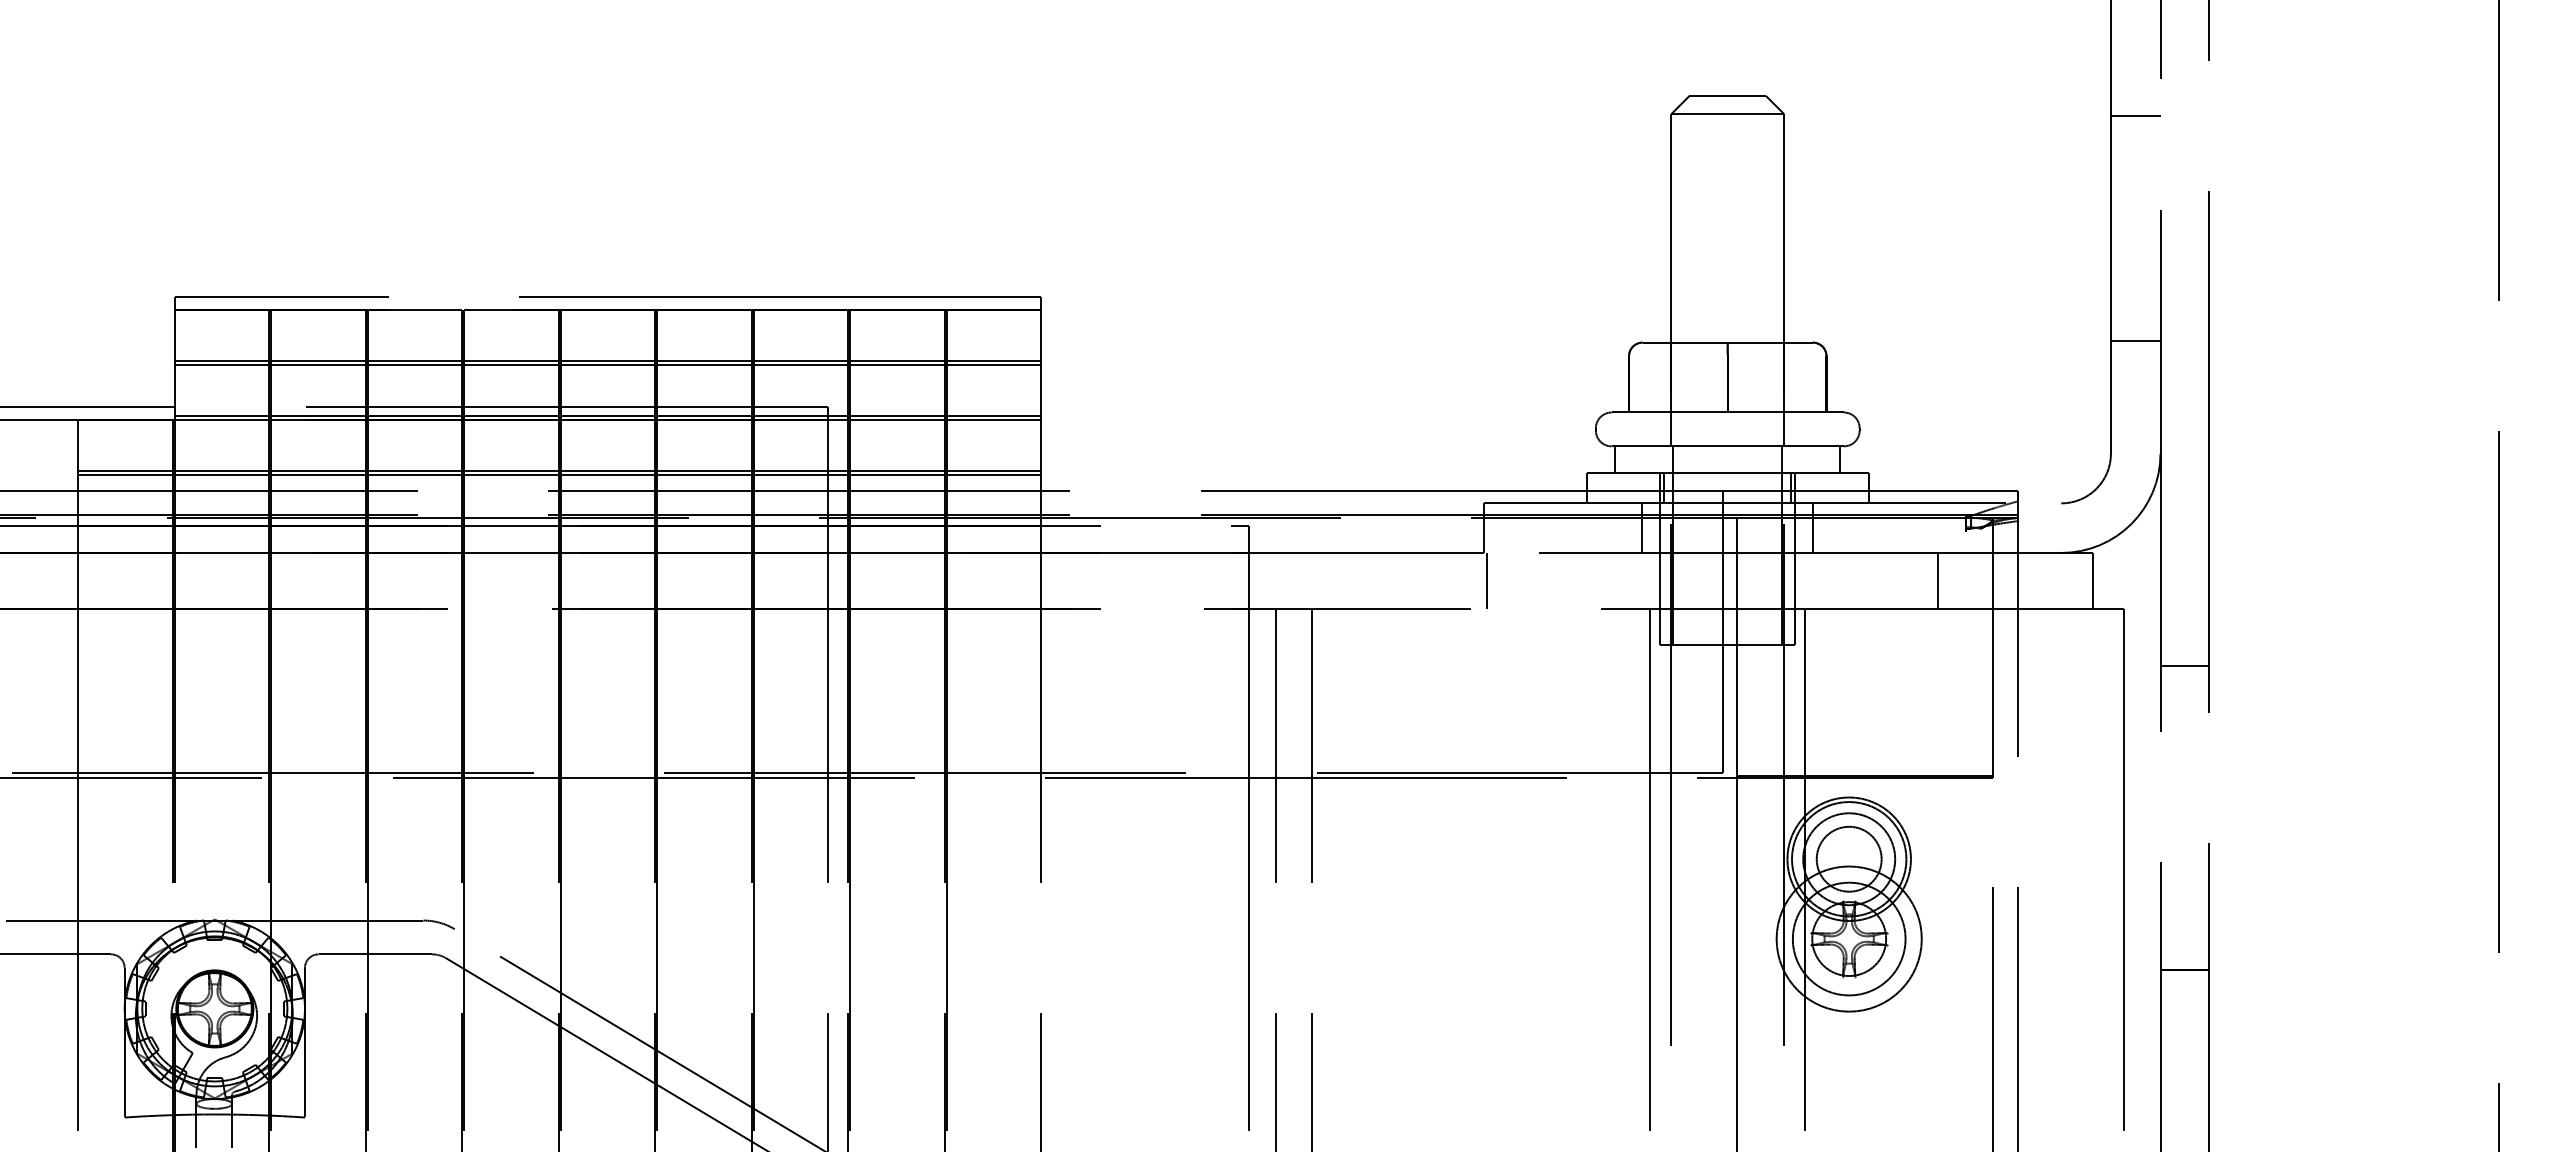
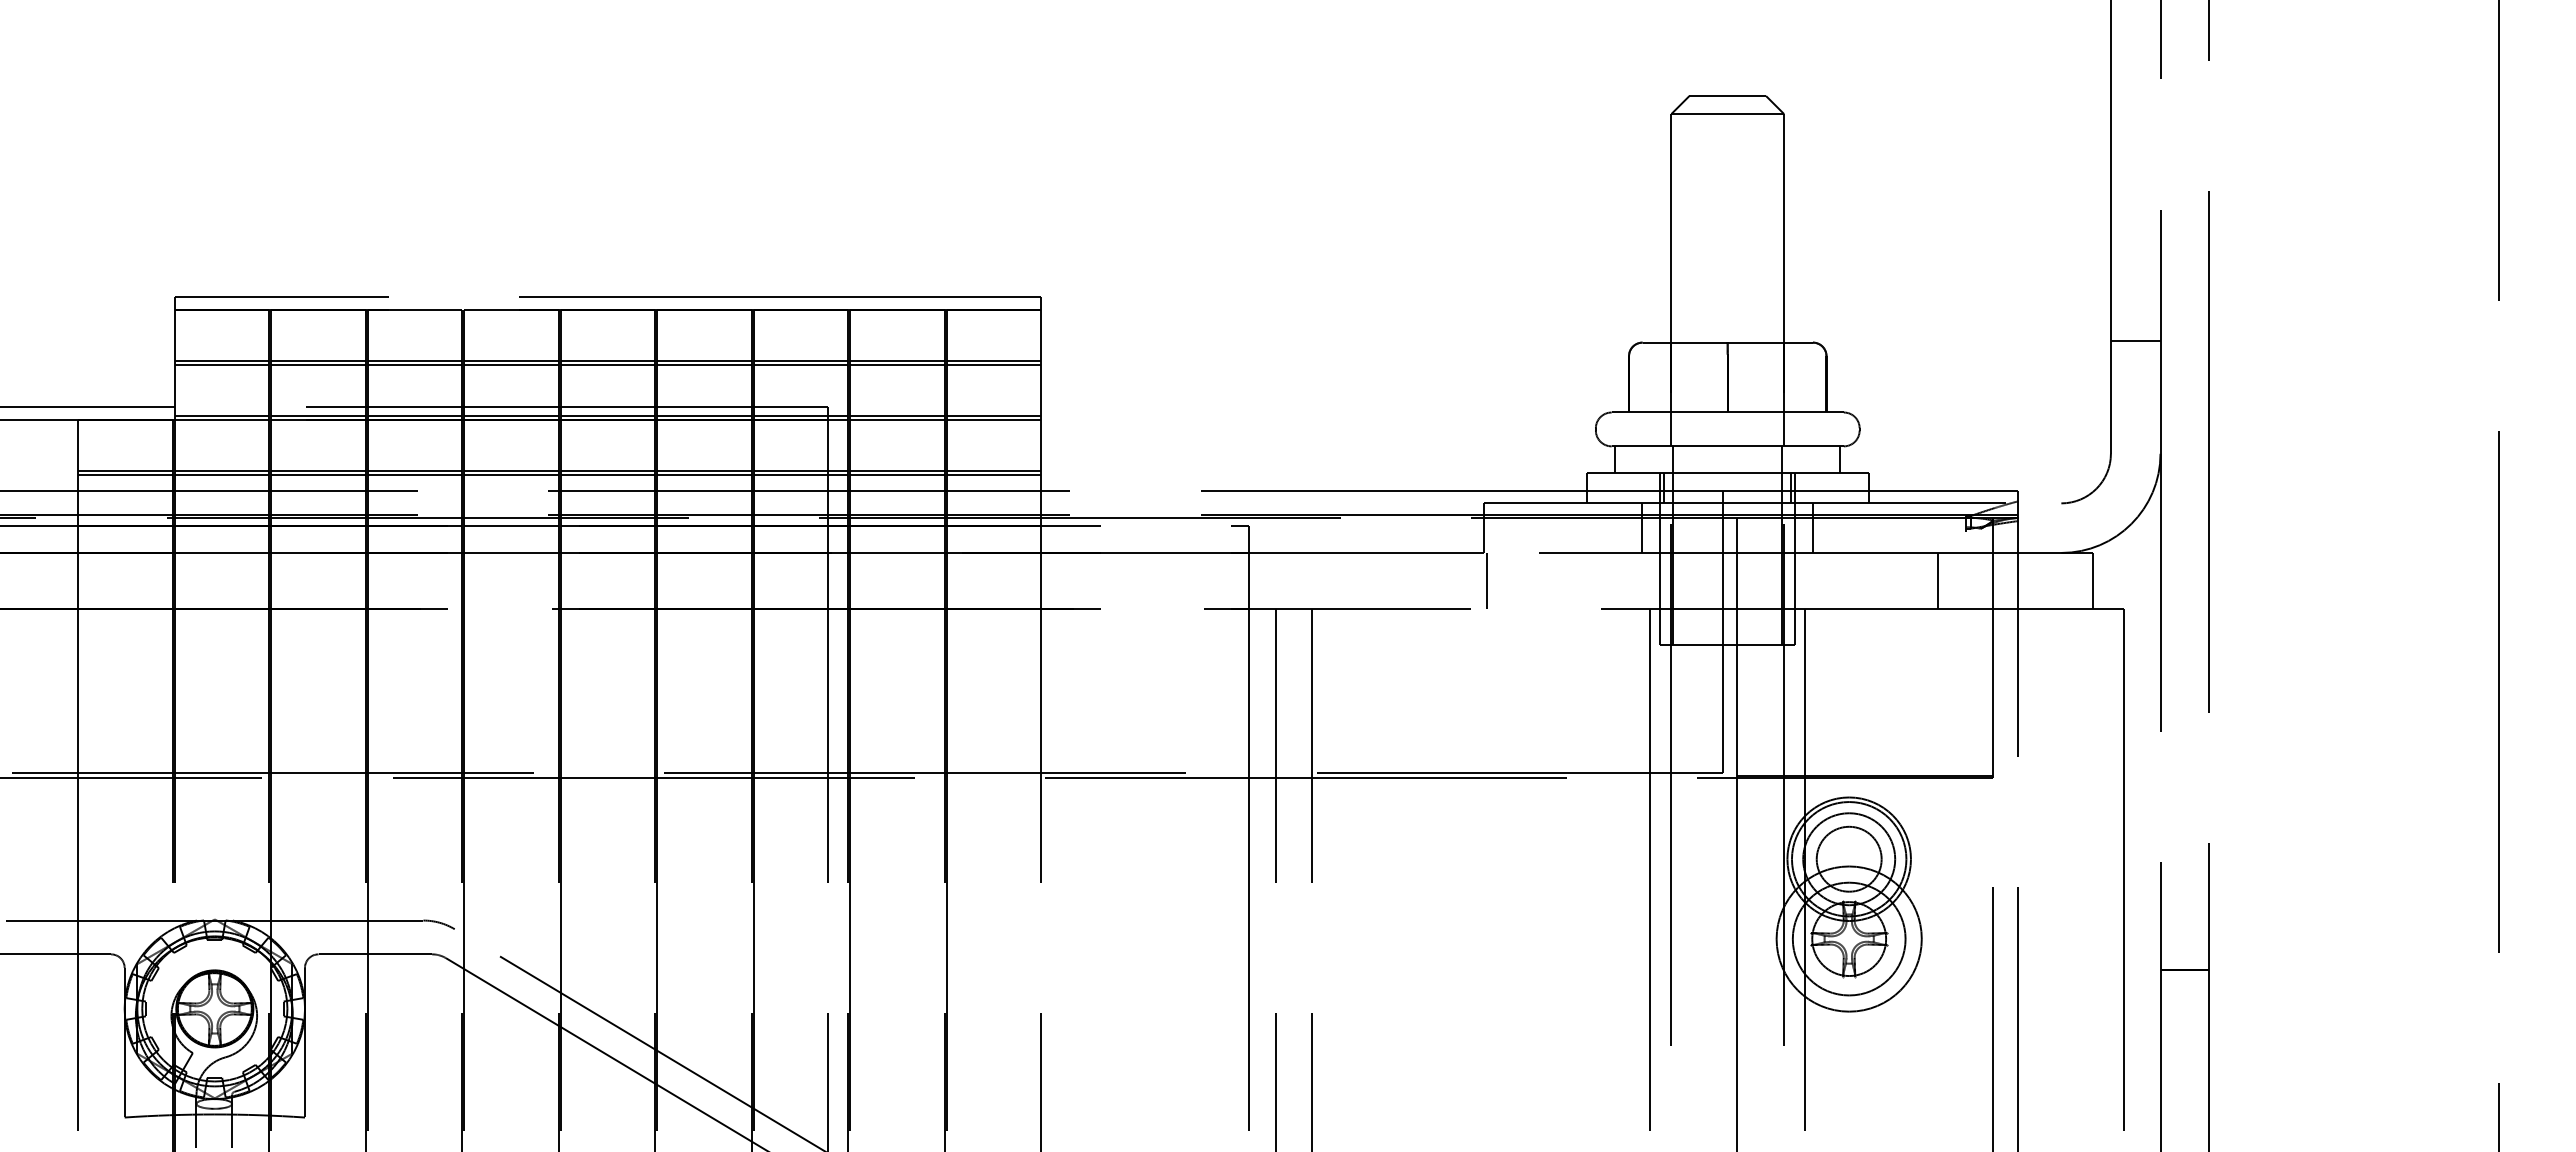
line at (2135, 115): present -> none
line at (2184, 665): present -> none
